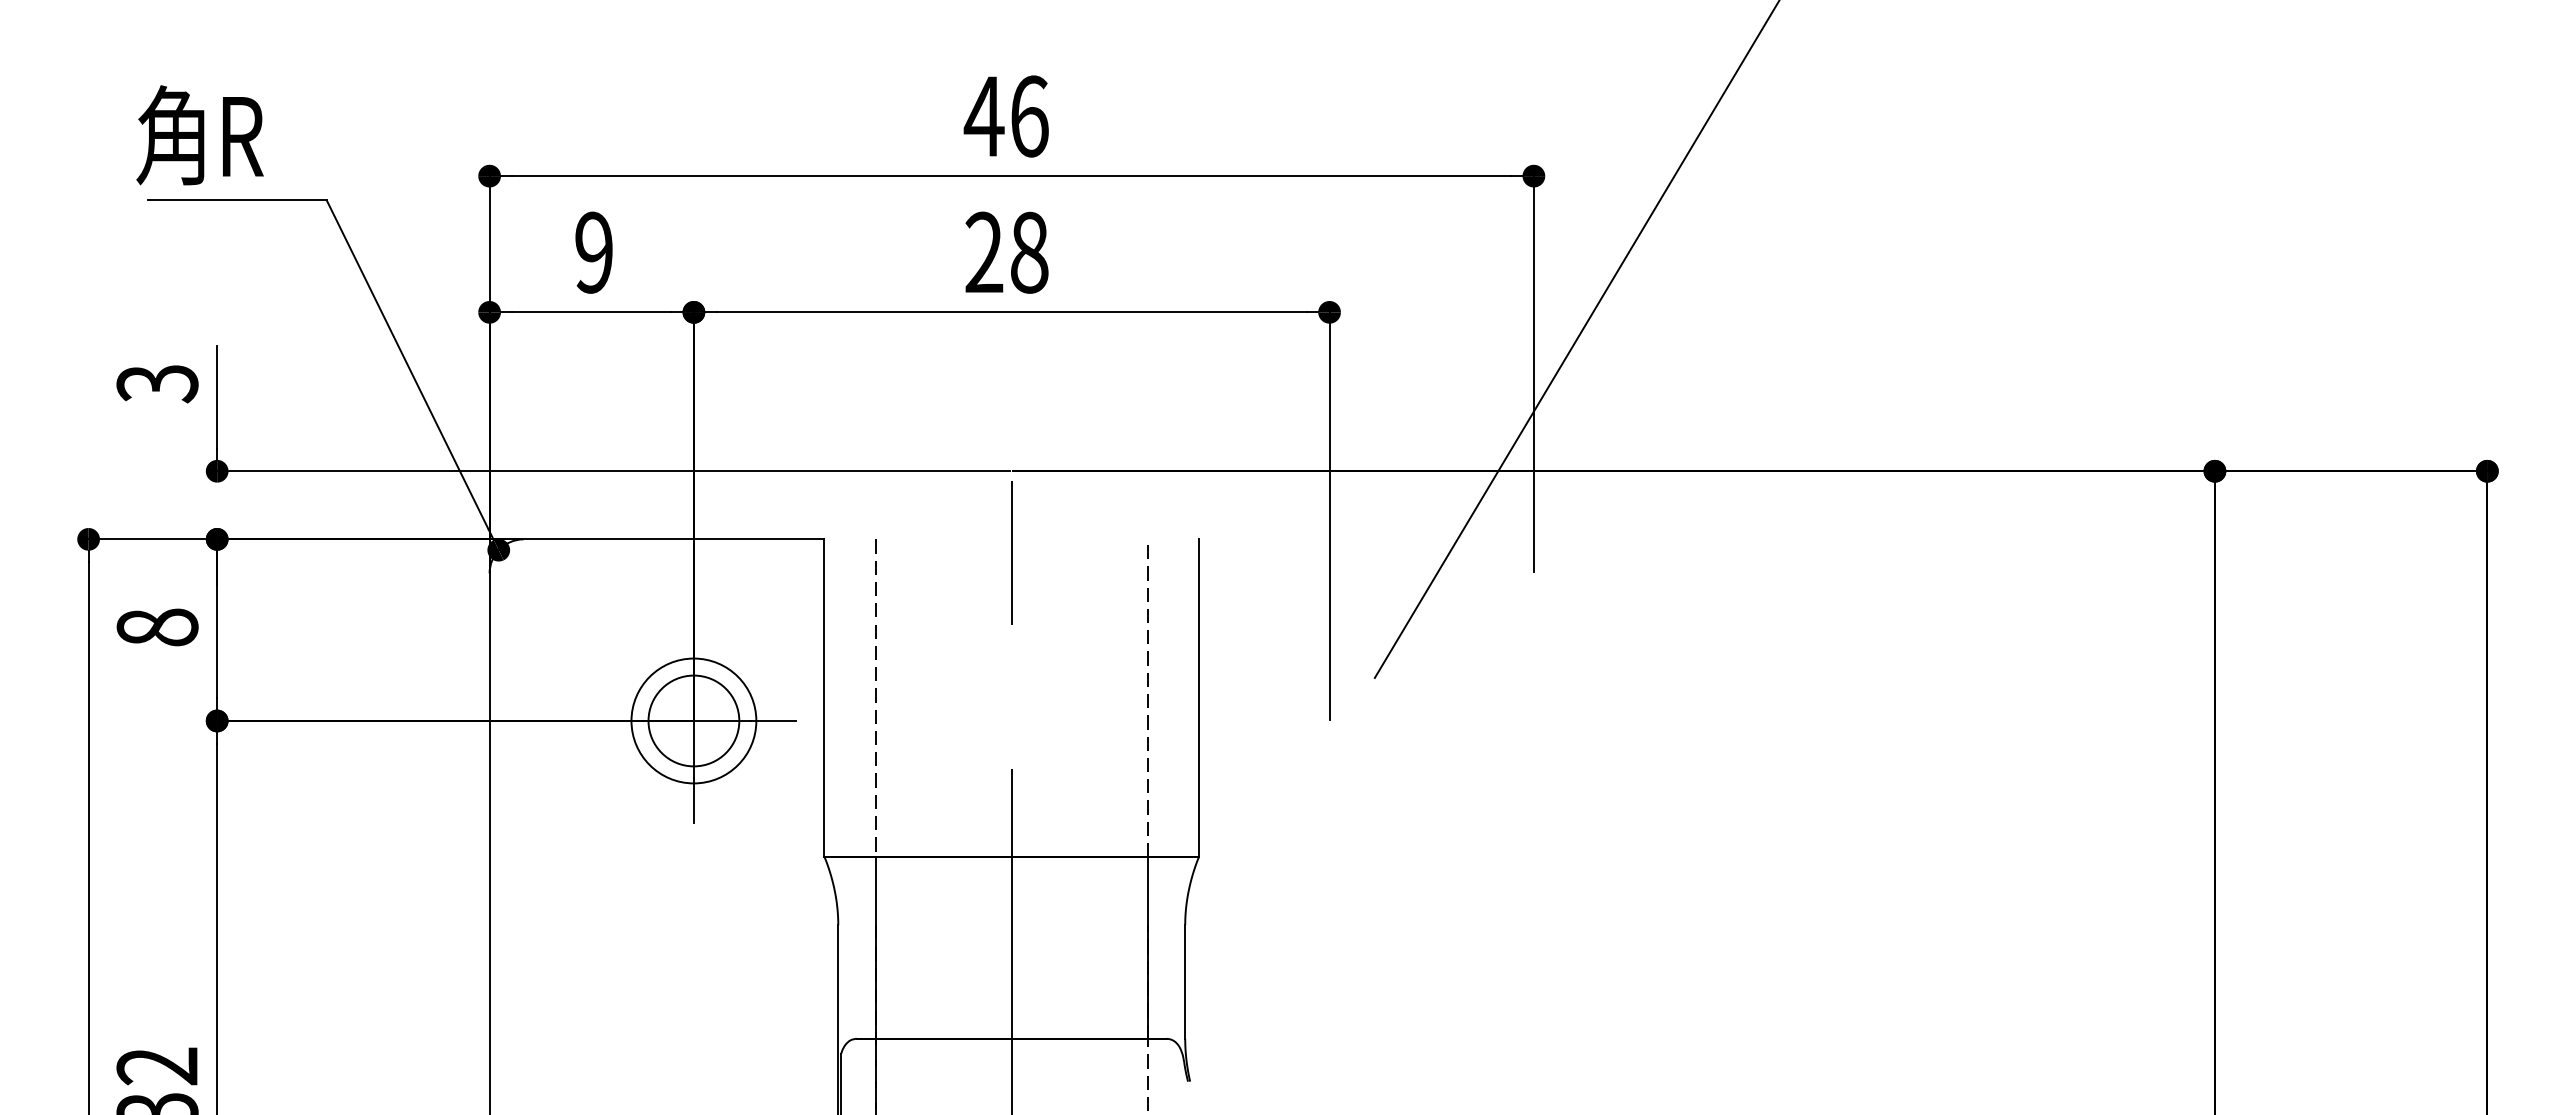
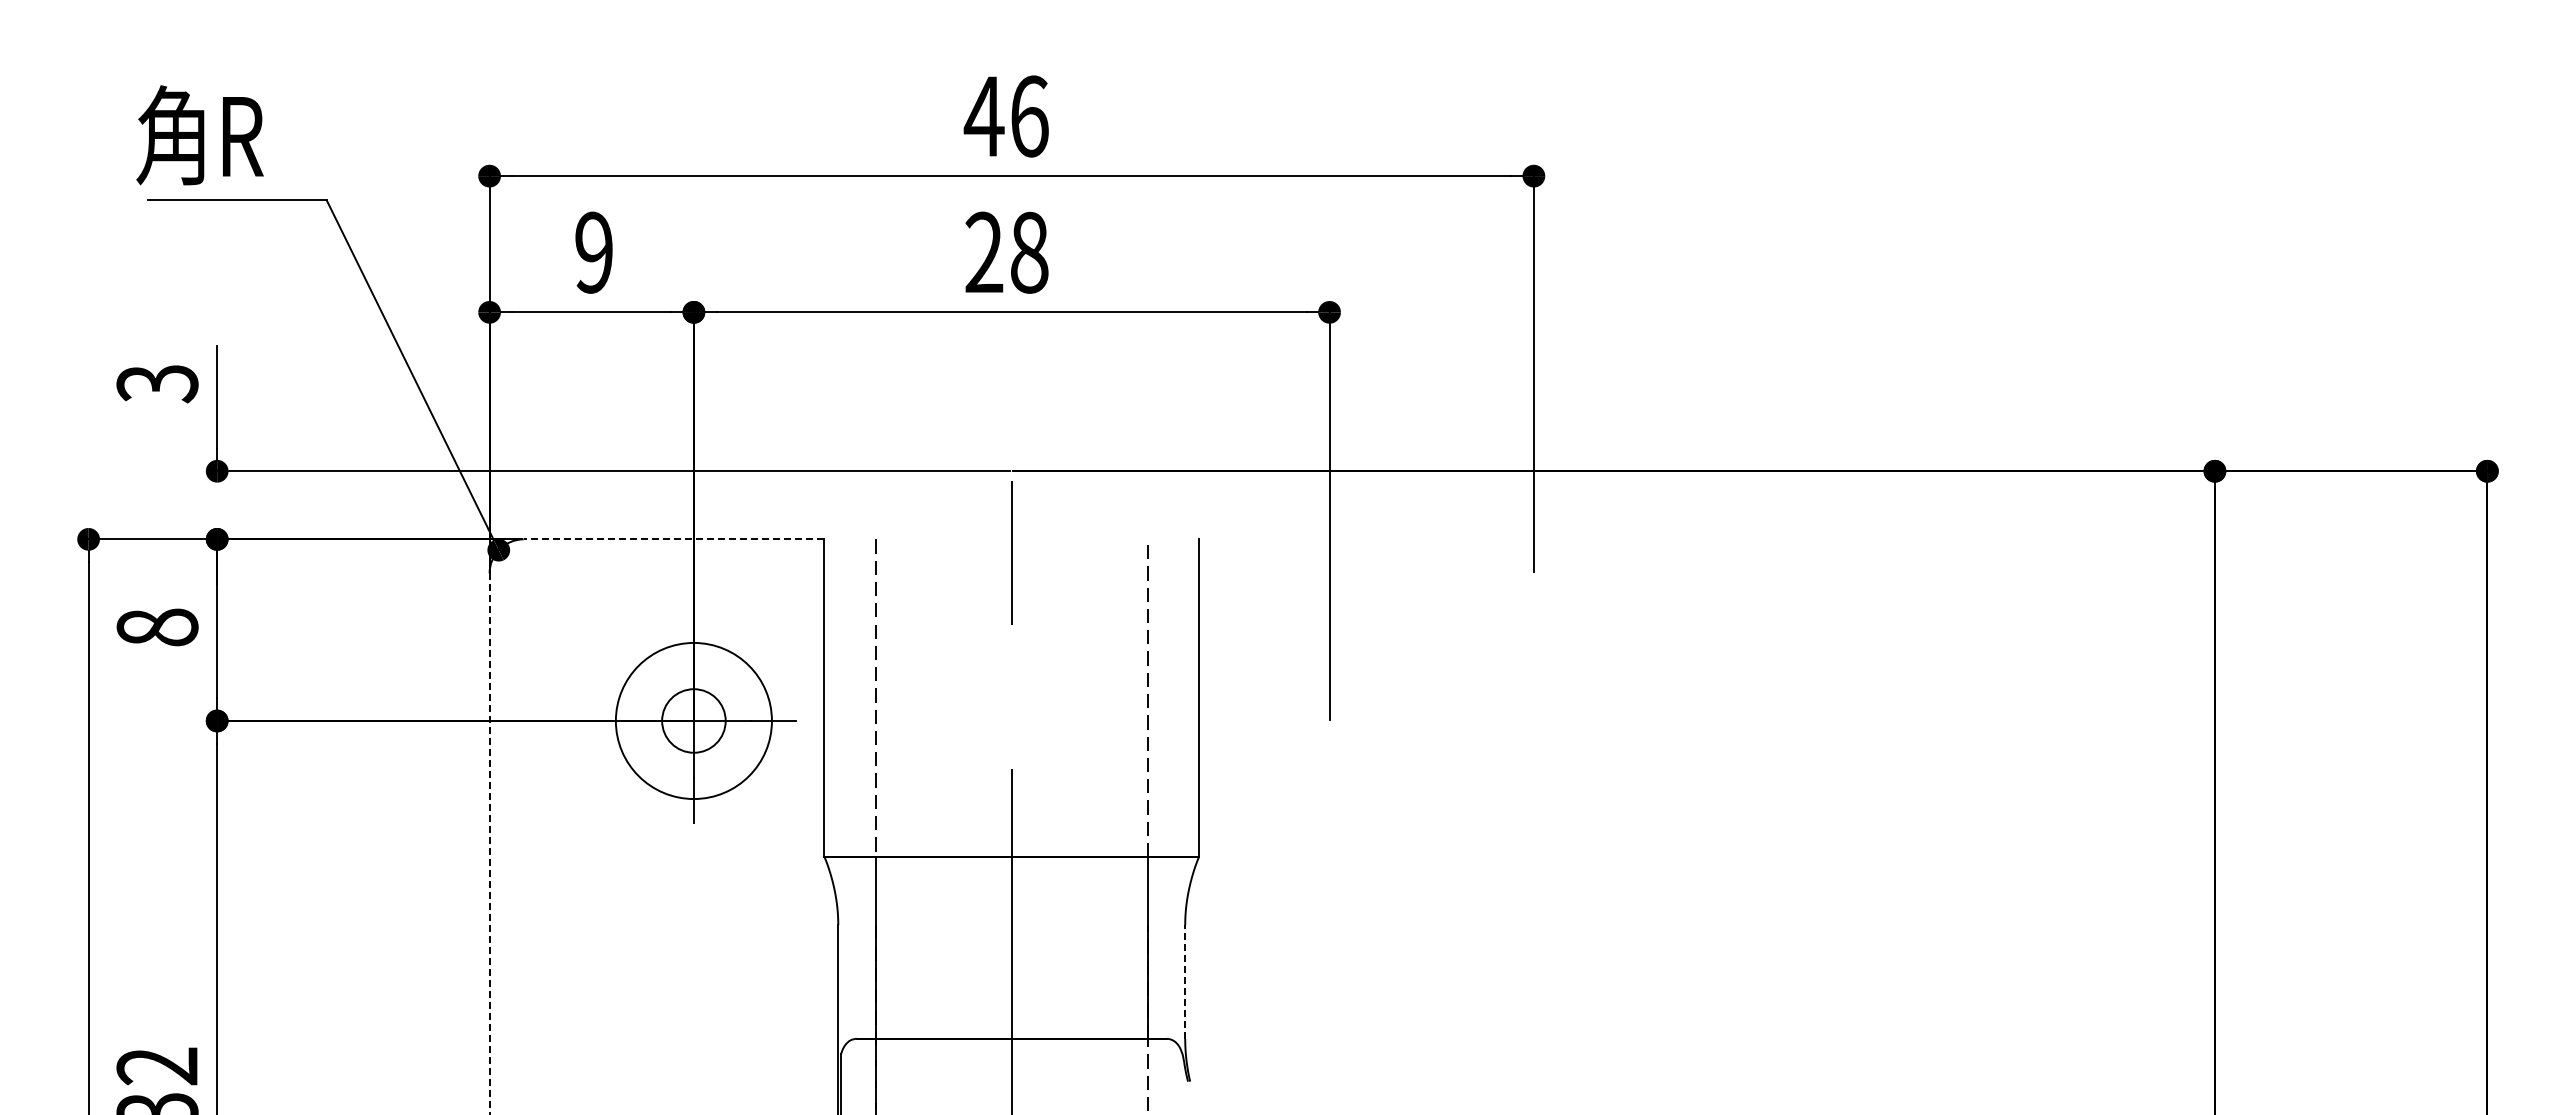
line at (1576, 339): present -> none
line at (673, 539): solid -> dashed
circle at (693, 720) diameter: 125 px -> 156 px
circle at (693, 720) diameter: 91 px -> 64 px
line at (489, 844): solid -> dashed
line at (1185, 982): solid -> dashed
